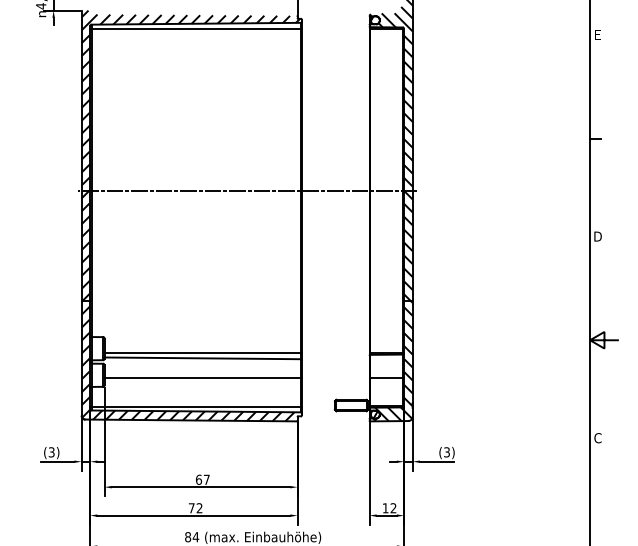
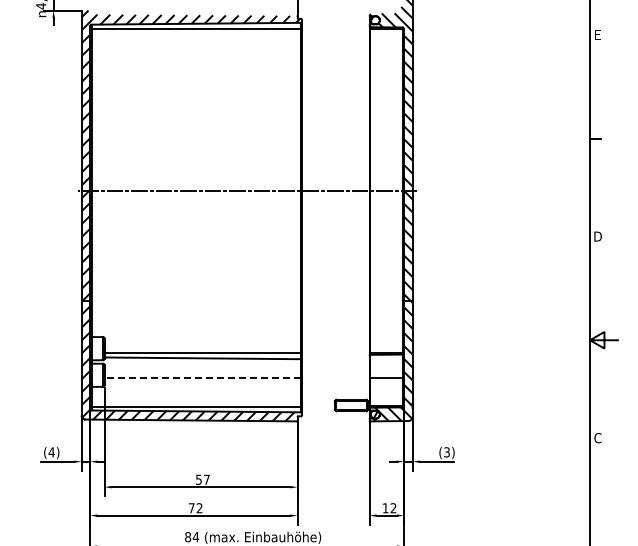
line at (202, 377): solid -> dashed
text at (51, 452): (3) -> (4)
text at (199, 479): 67 -> 57
